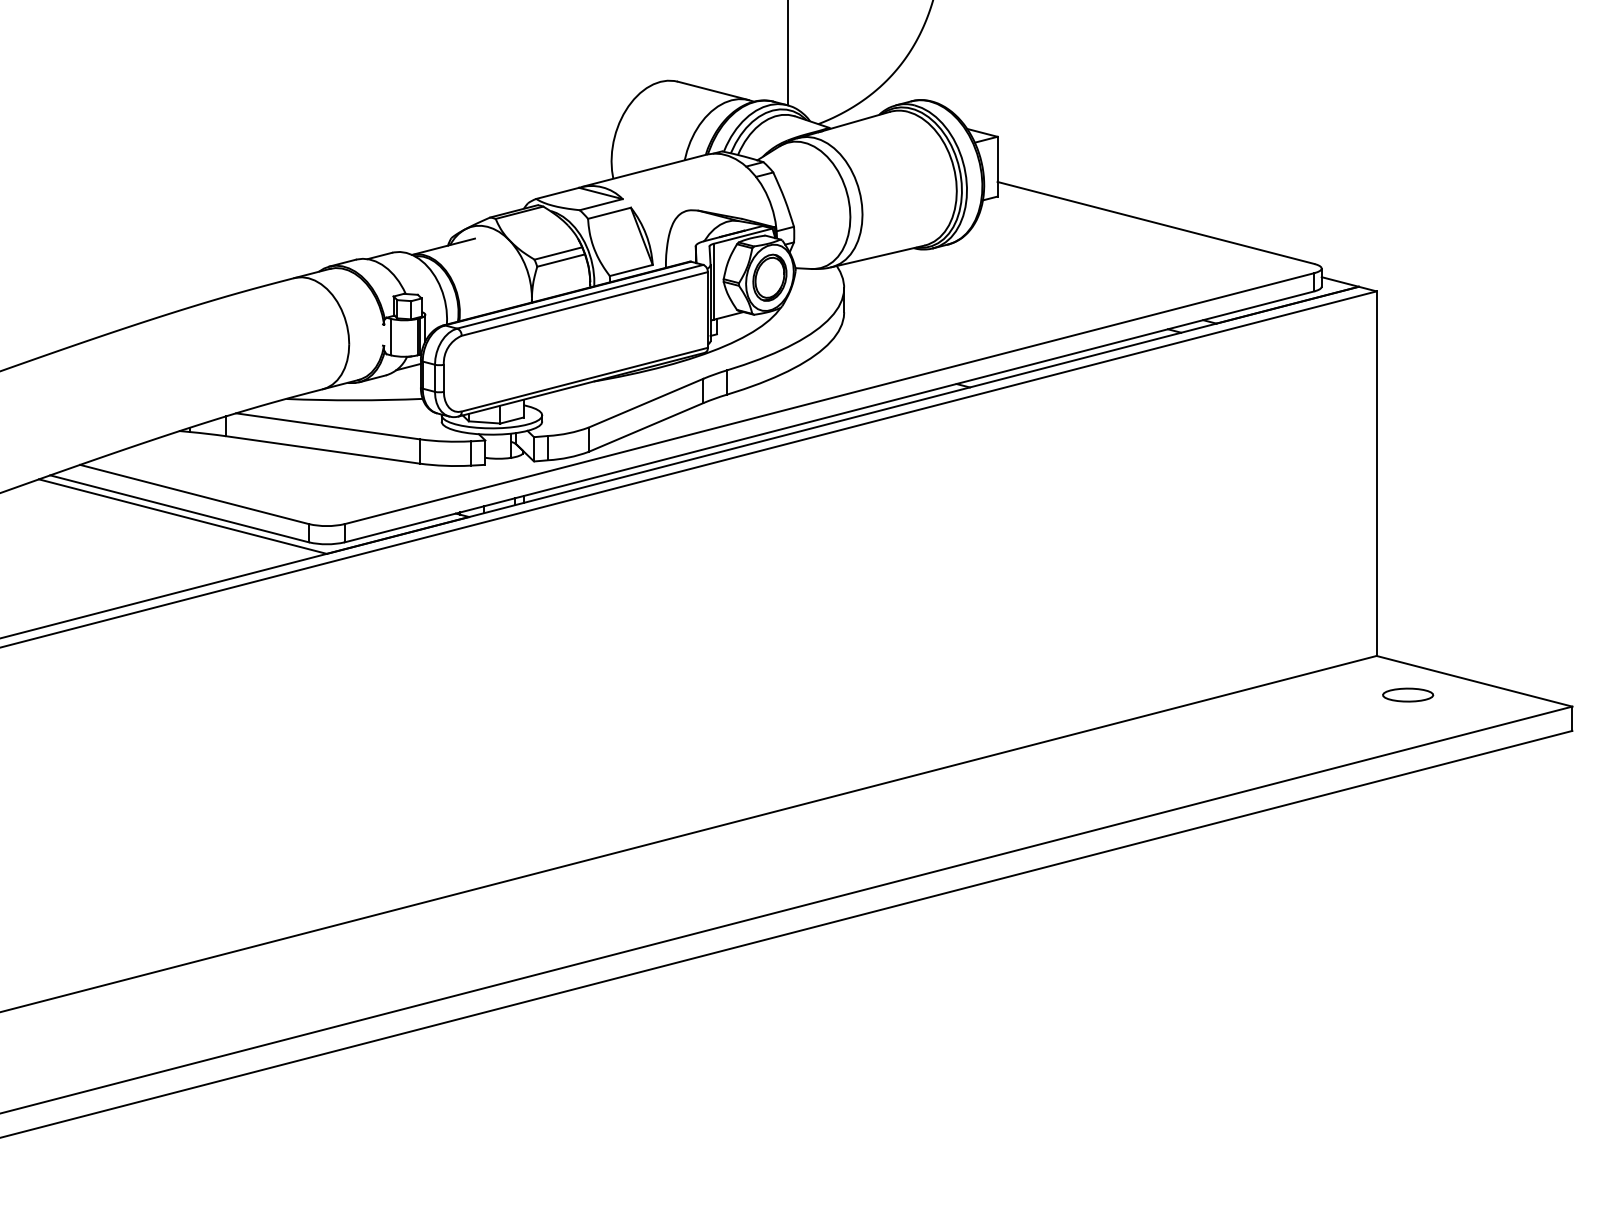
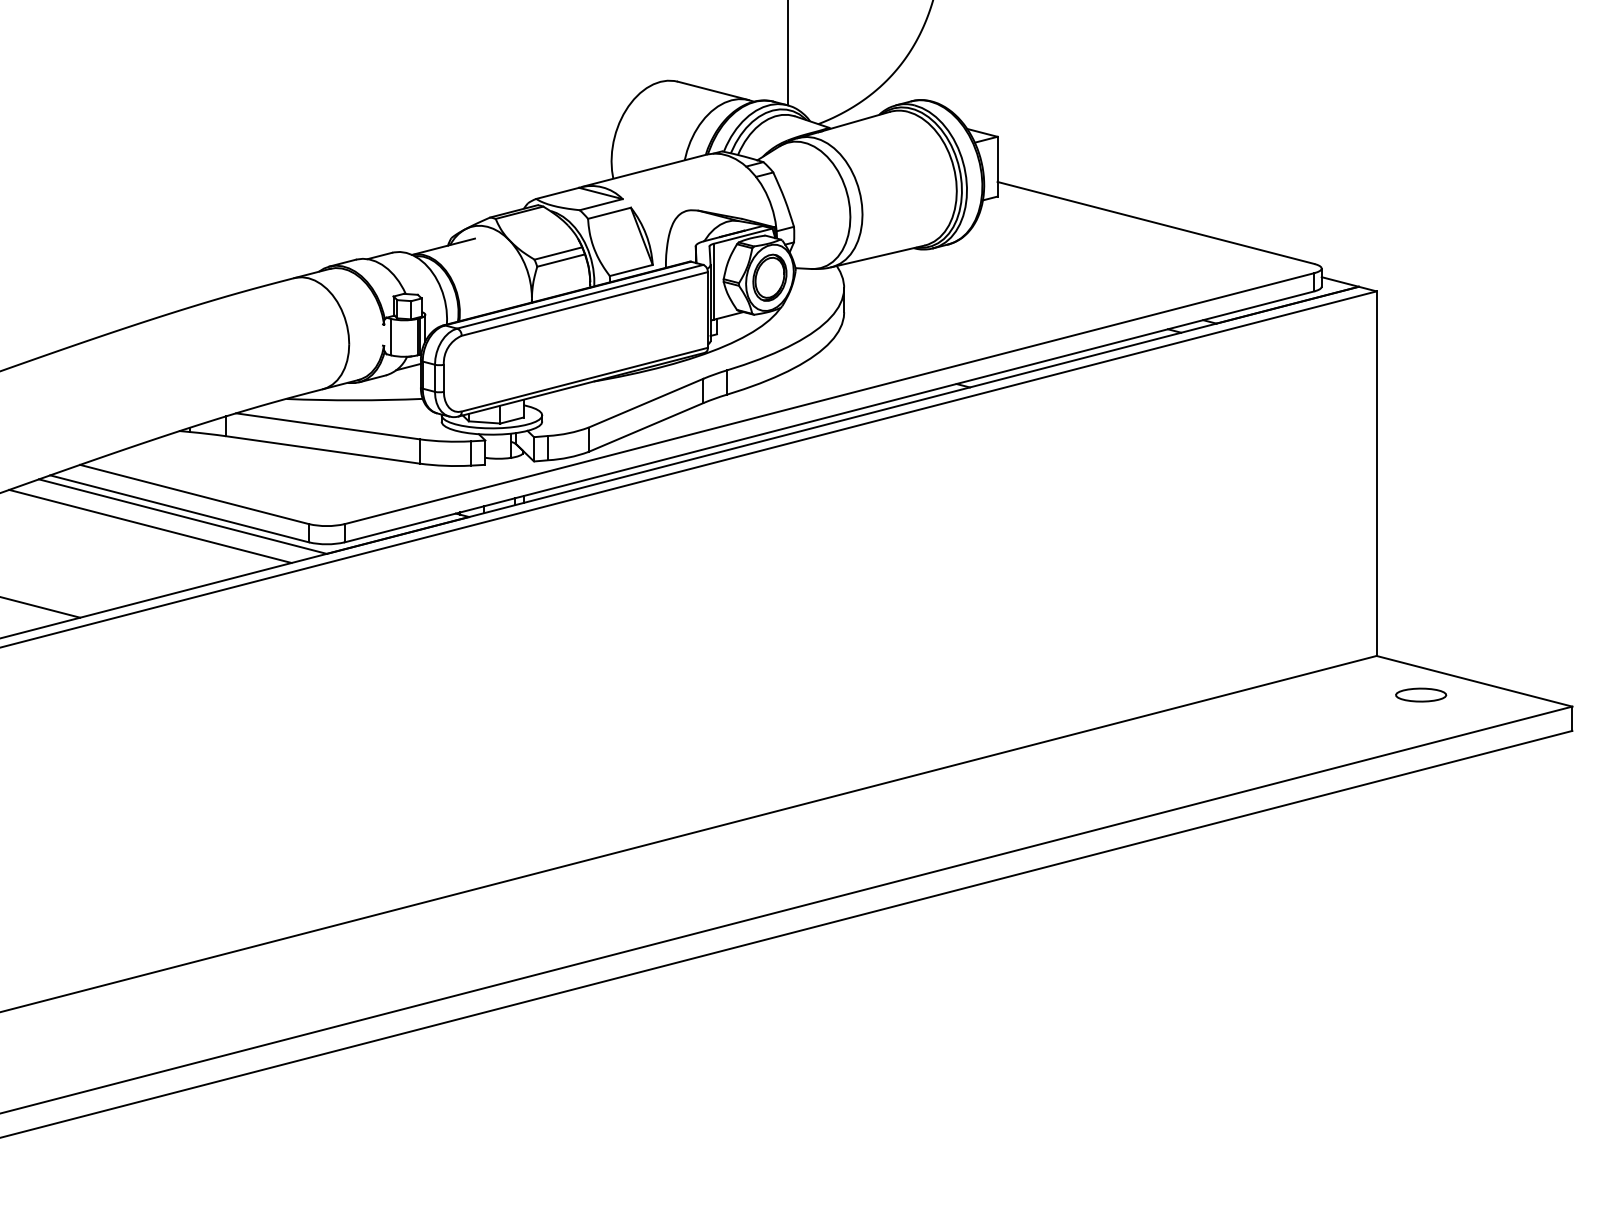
line at (150, 526): none -> present
line at (41, 607): none -> present
part at (1408, 694) position: (1408, 694) -> (1421, 694)
